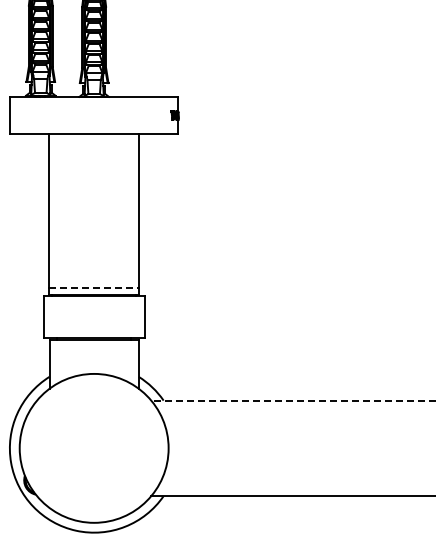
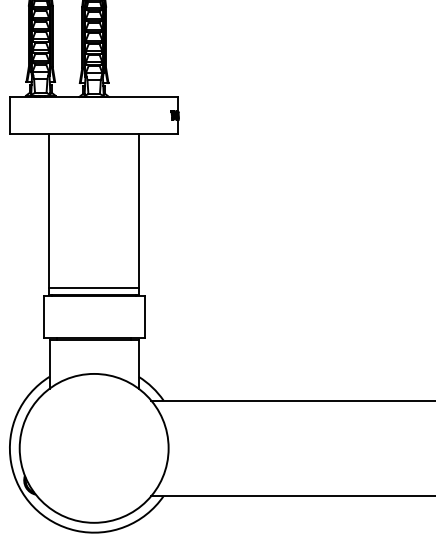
line at (94, 288): dashed -> solid
line at (293, 400): dashed -> solid
